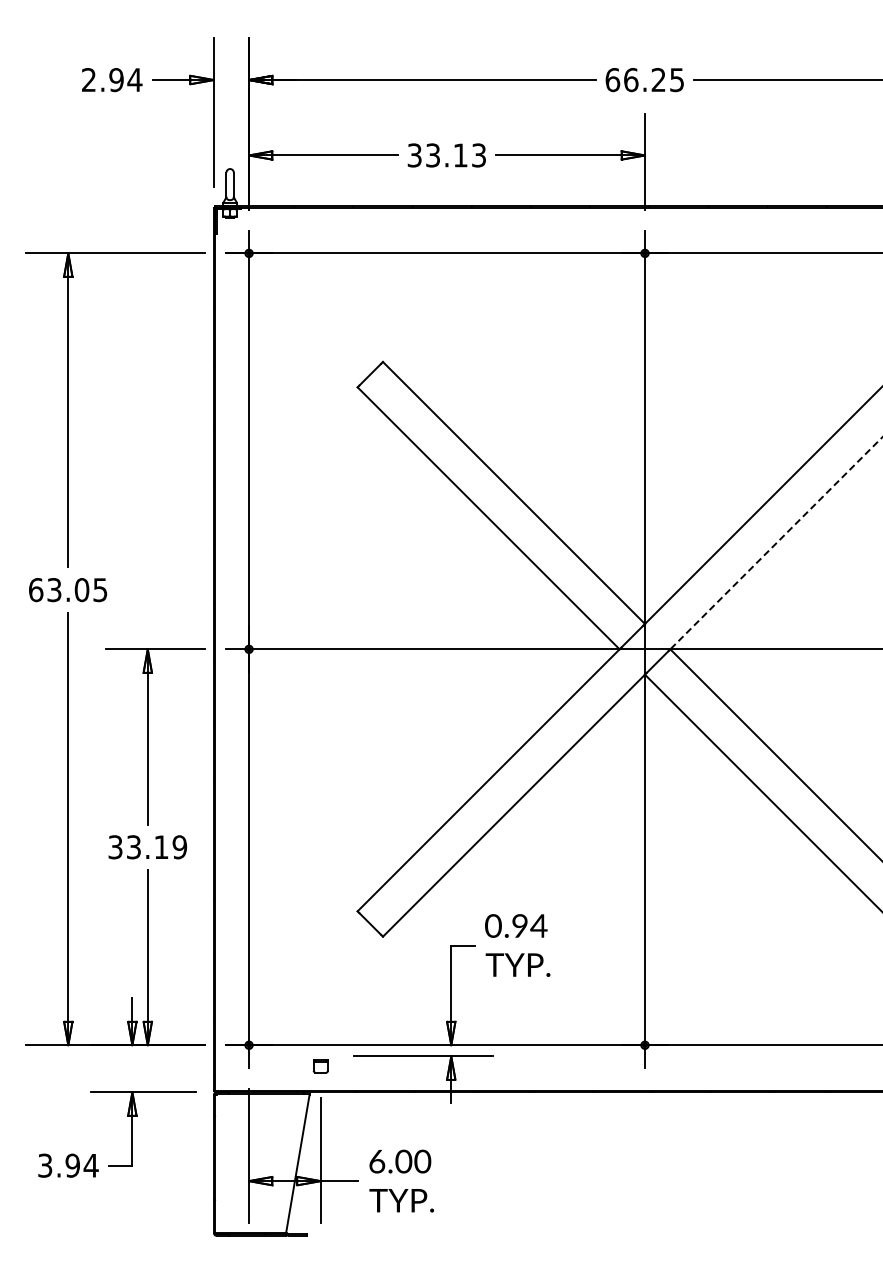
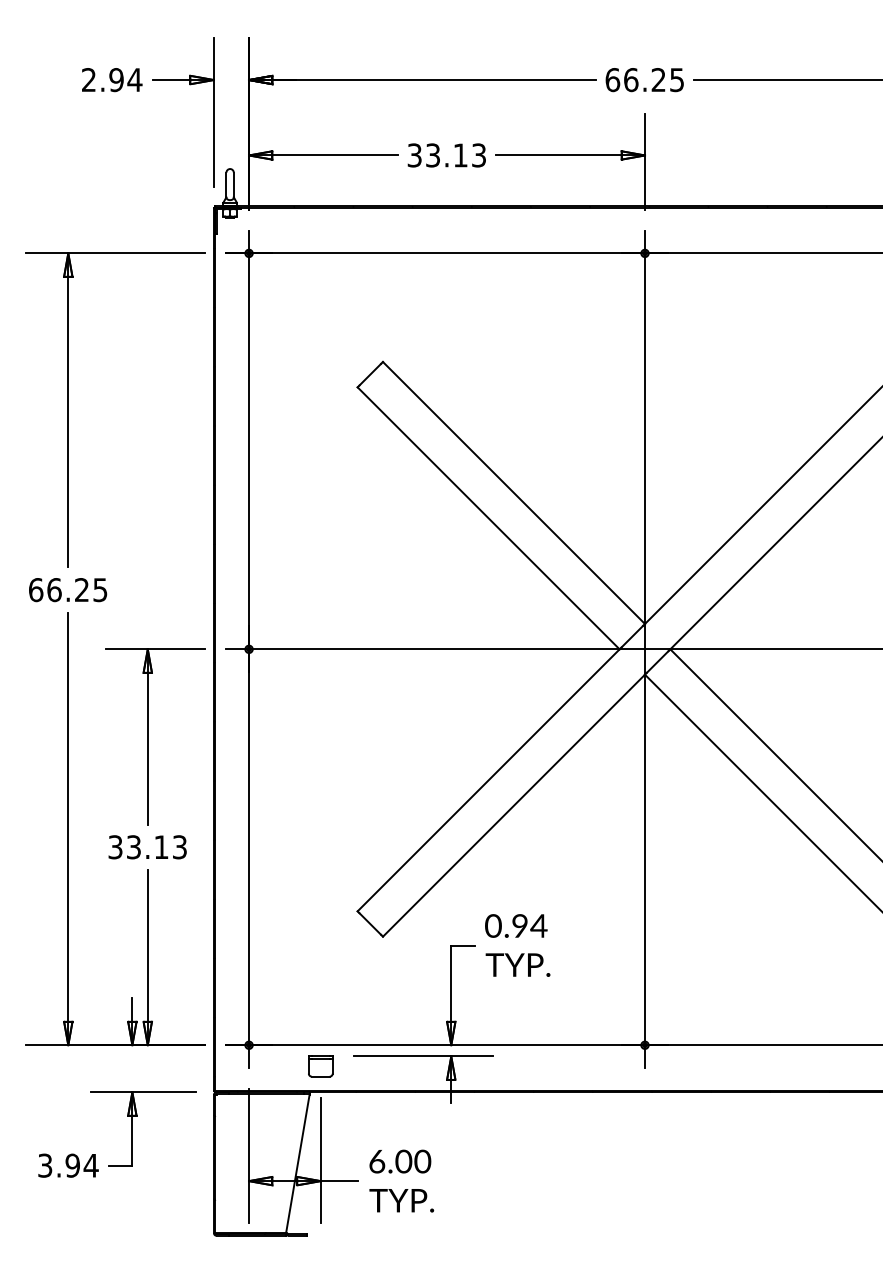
line at (776, 543): dashed -> solid
text at (68, 590): 63.05 -> 66.25
text at (179, 847): 33.19 -> 33.13
part at (320, 1066) size: 17x15 px -> 26x23 px
